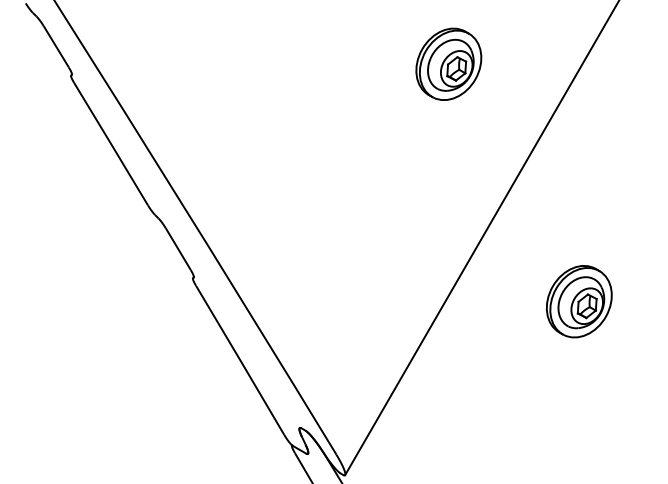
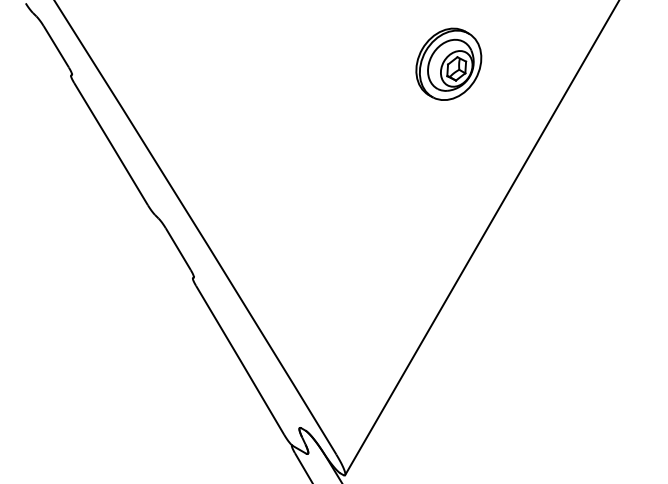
part at (579, 301): present -> none
